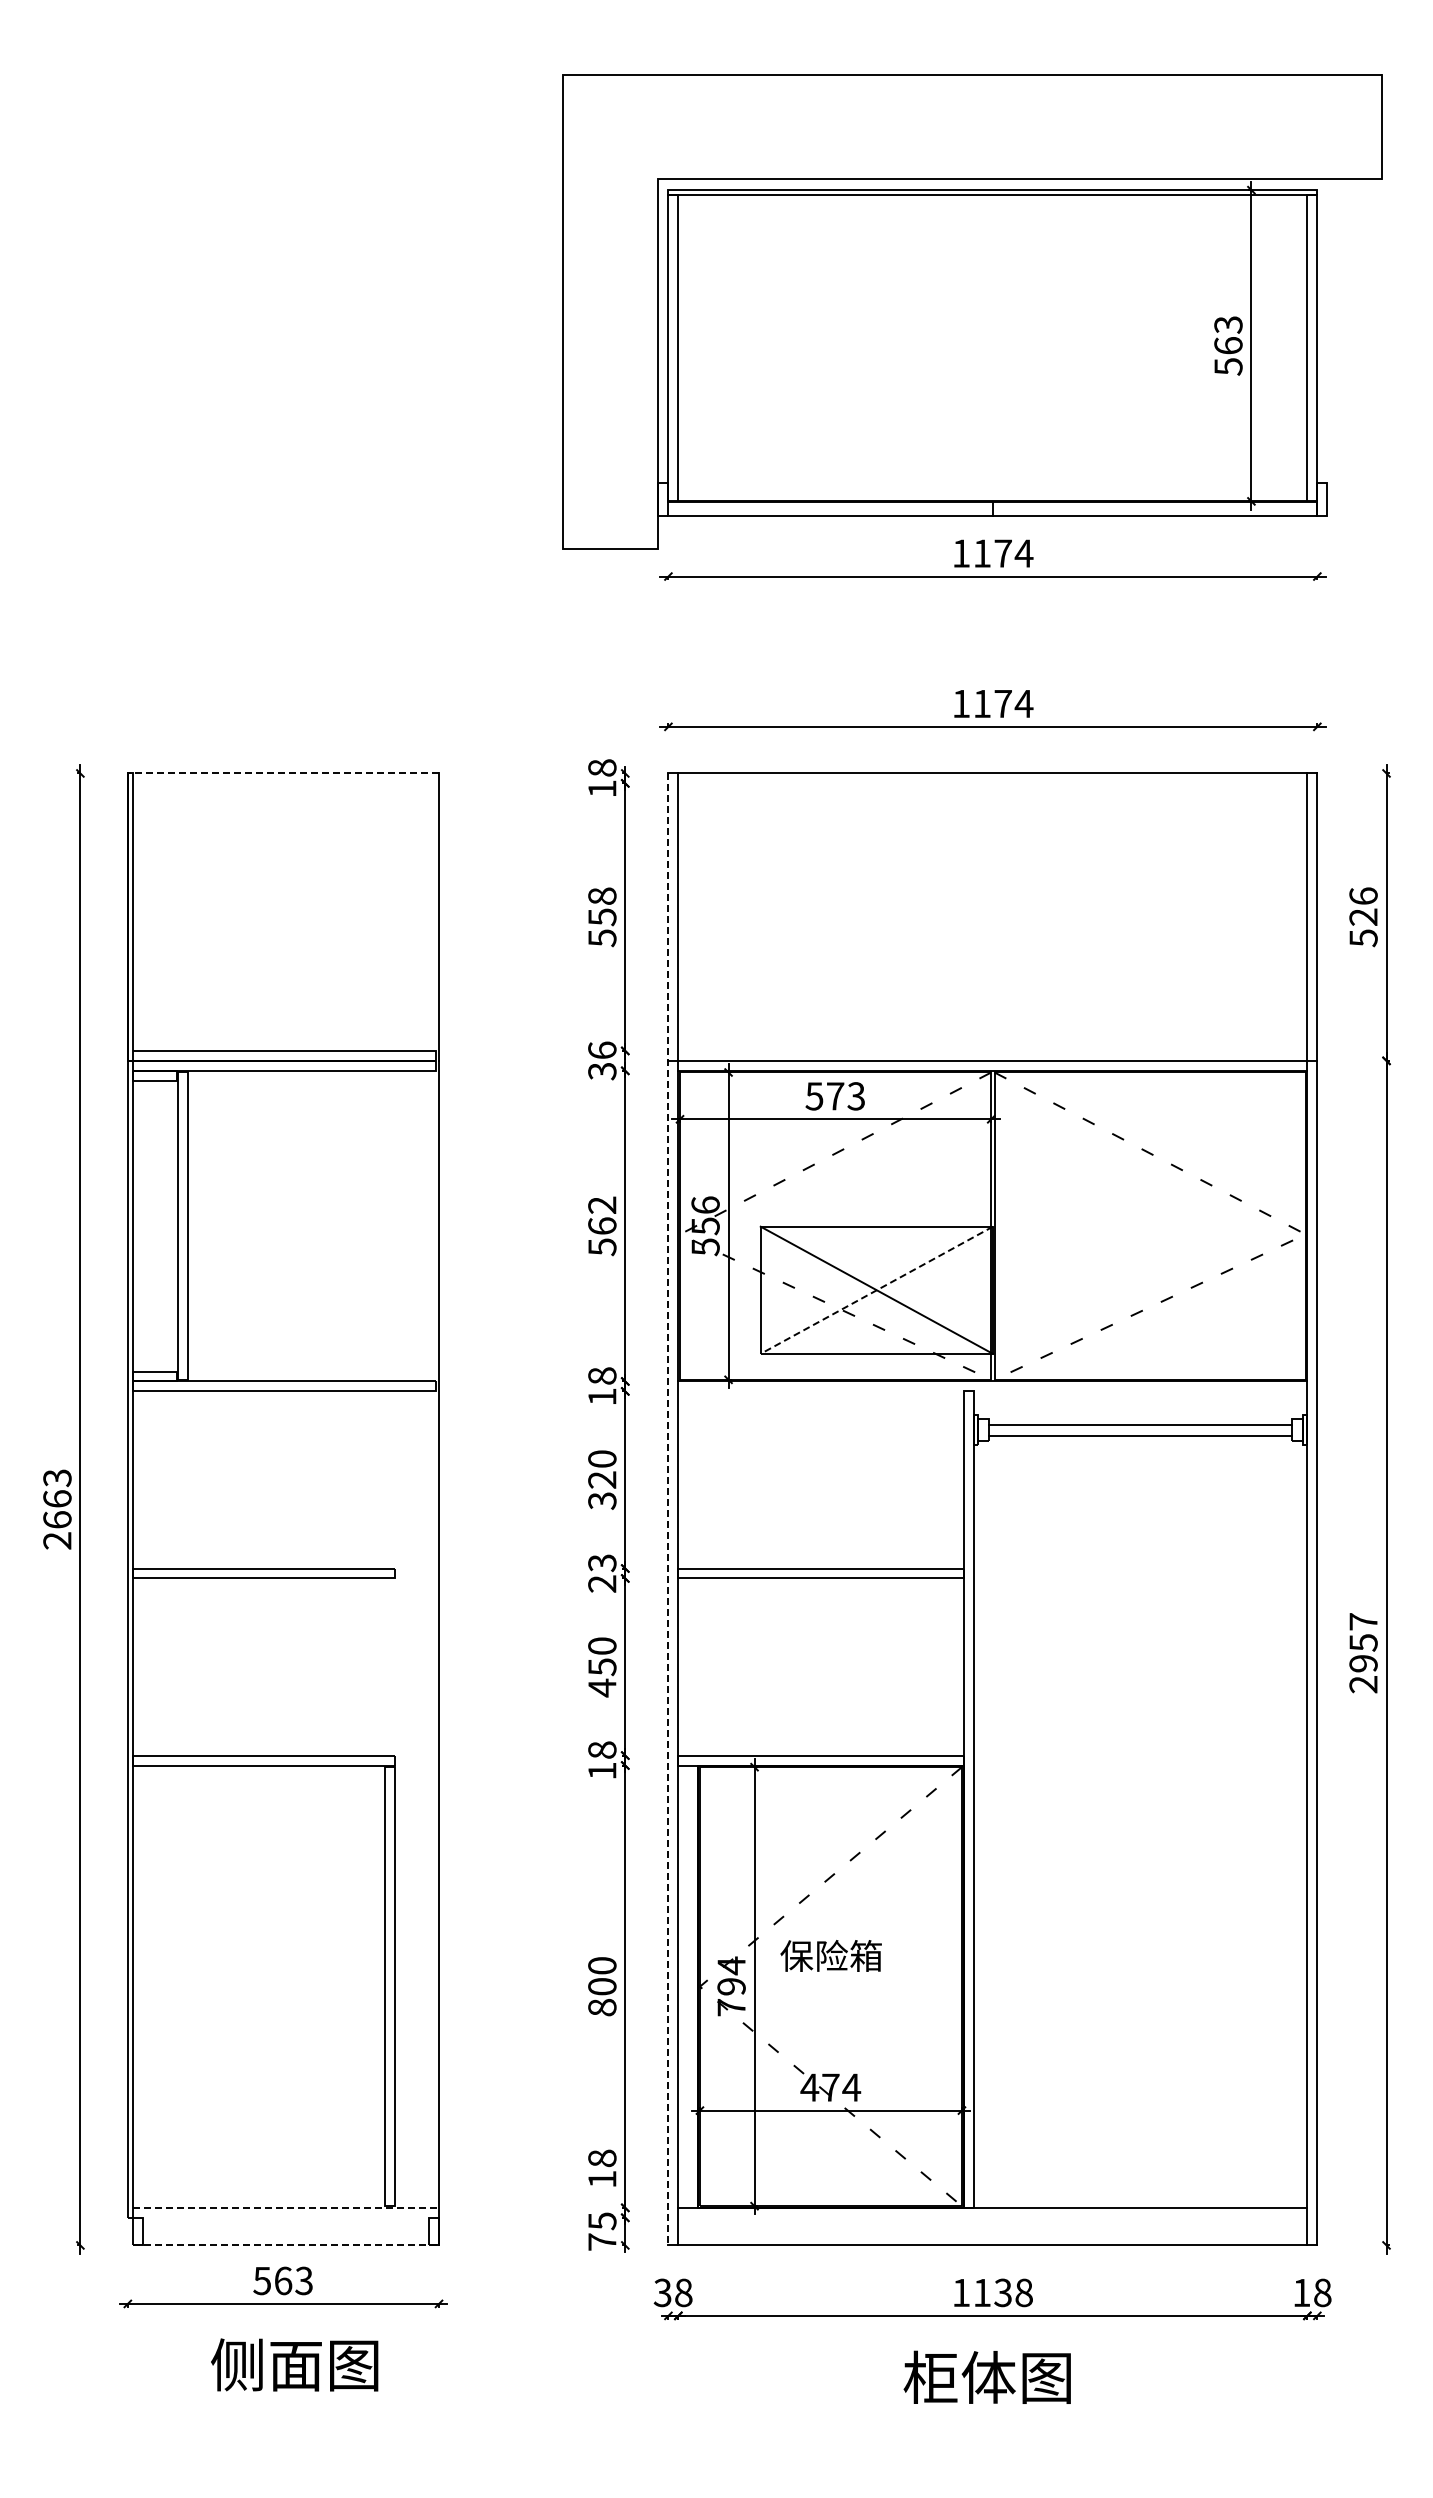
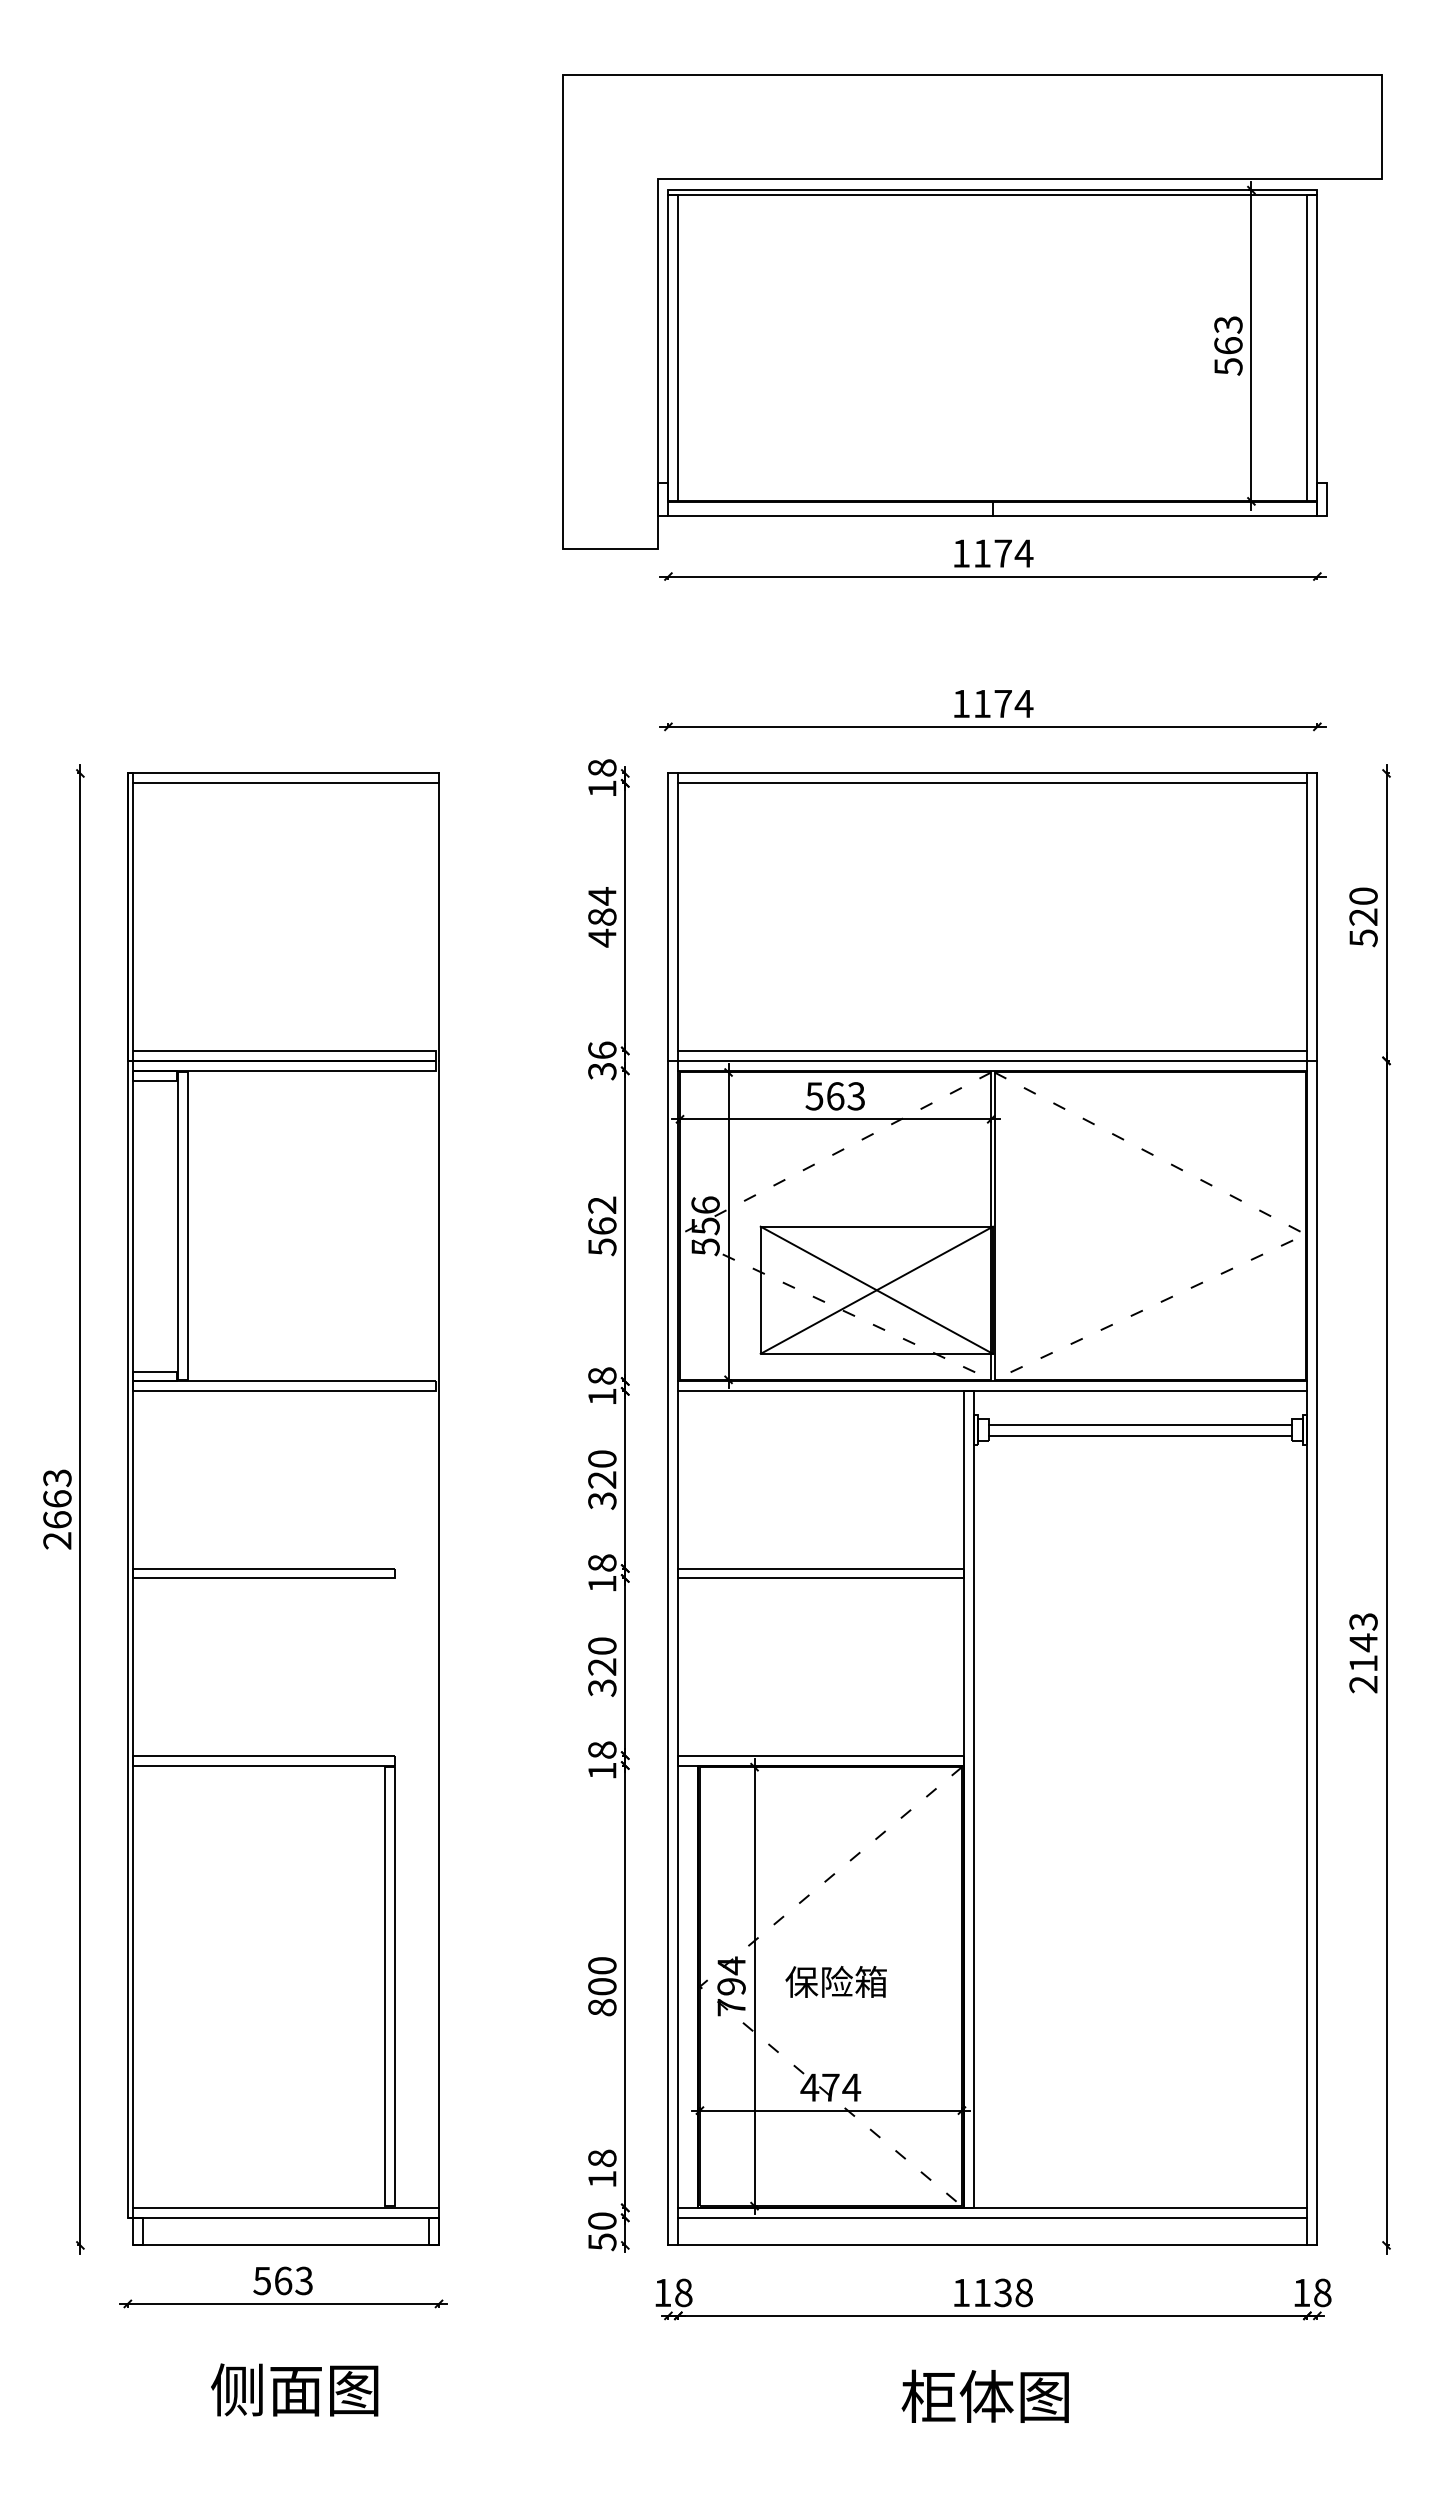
line at (283, 773): dashed -> solid
line at (285, 783): none -> present
line at (992, 783): none -> present
text at (1363, 895): 526 -> 520
text at (602, 917): 558 -> 484
line at (992, 1050): none -> present
text at (835, 1096): 573 -> 563
line at (876, 1290): dashed -> solid
line at (992, 1391): none -> present
line at (668, 1509): dashed -> solid
text at (602, 1573): 23 -> 18
text at (1363, 1642): 2957 -> 2143
text at (602, 1677): 450 -> 320
text at (830, 1955) position: (830, 1955) -> (835, 1981)
line at (286, 2207): dashed -> solid
line at (283, 2217): none -> present
line at (992, 2217): none -> present
text at (602, 2231): 75 -> 50
line at (286, 2245): dashed -> solid
text at (662, 2292): 38 -> 18
text at (294, 2364) position: (294, 2364) -> (294, 2389)
text at (986, 2376) position: (986, 2376) -> (984, 2395)
